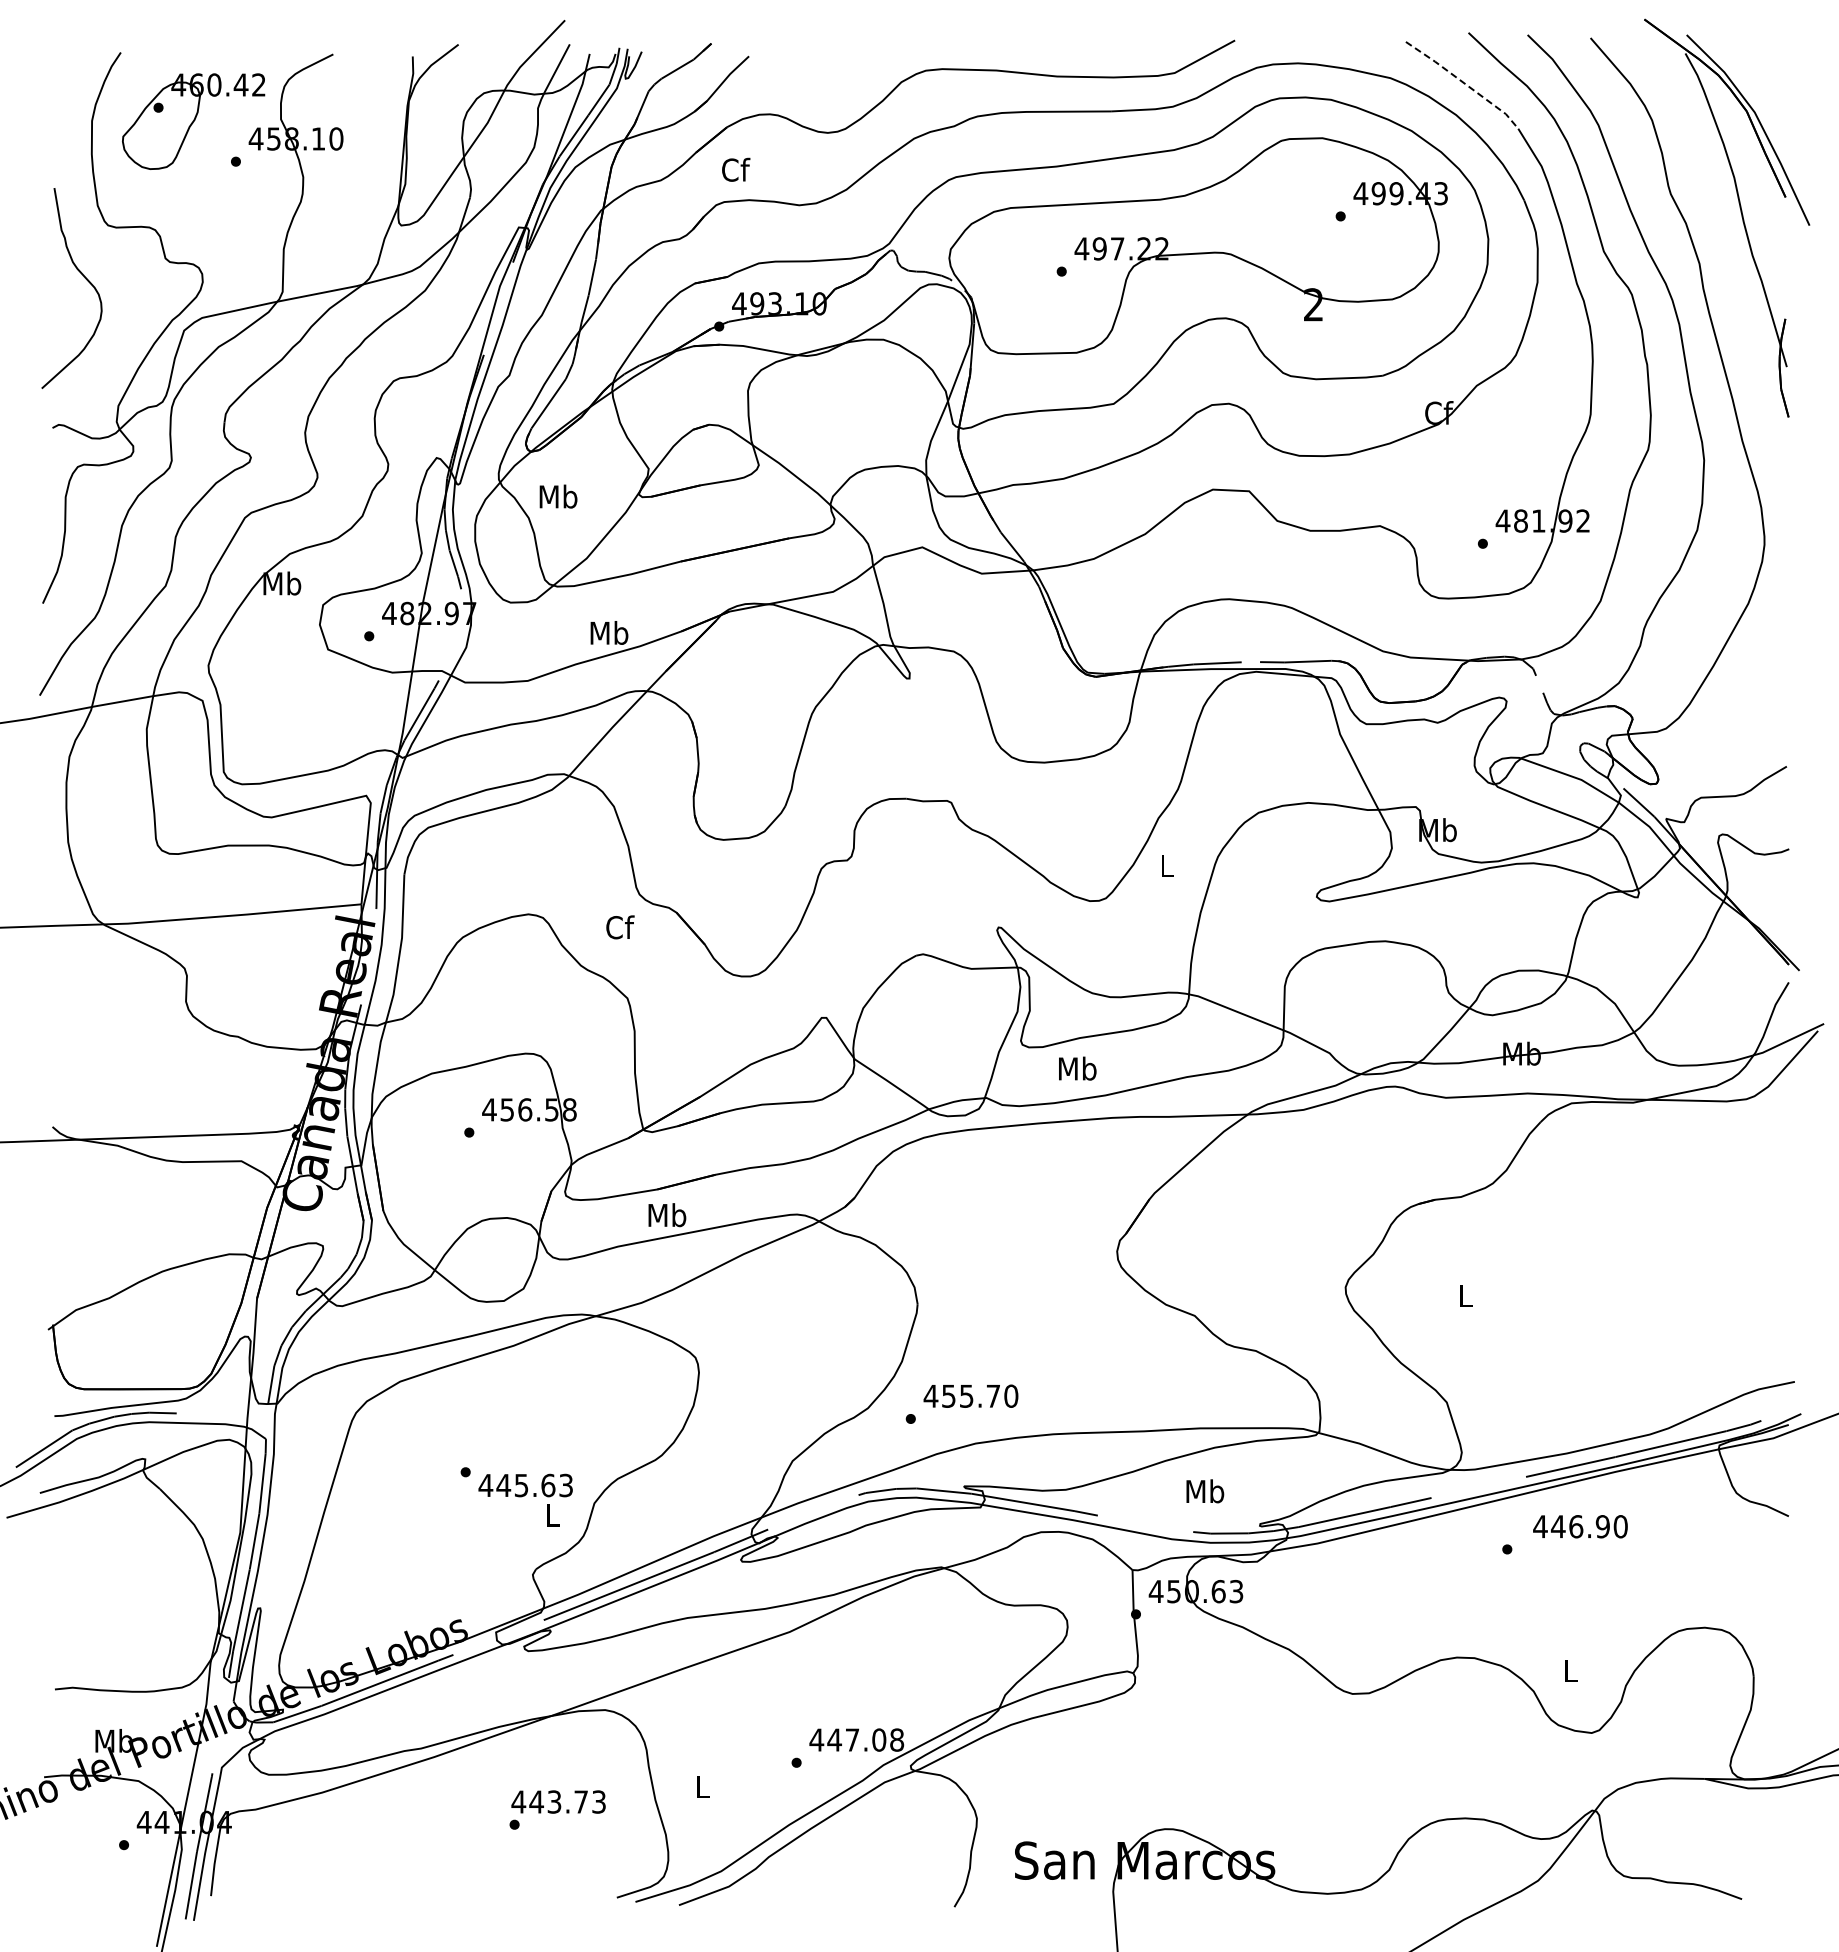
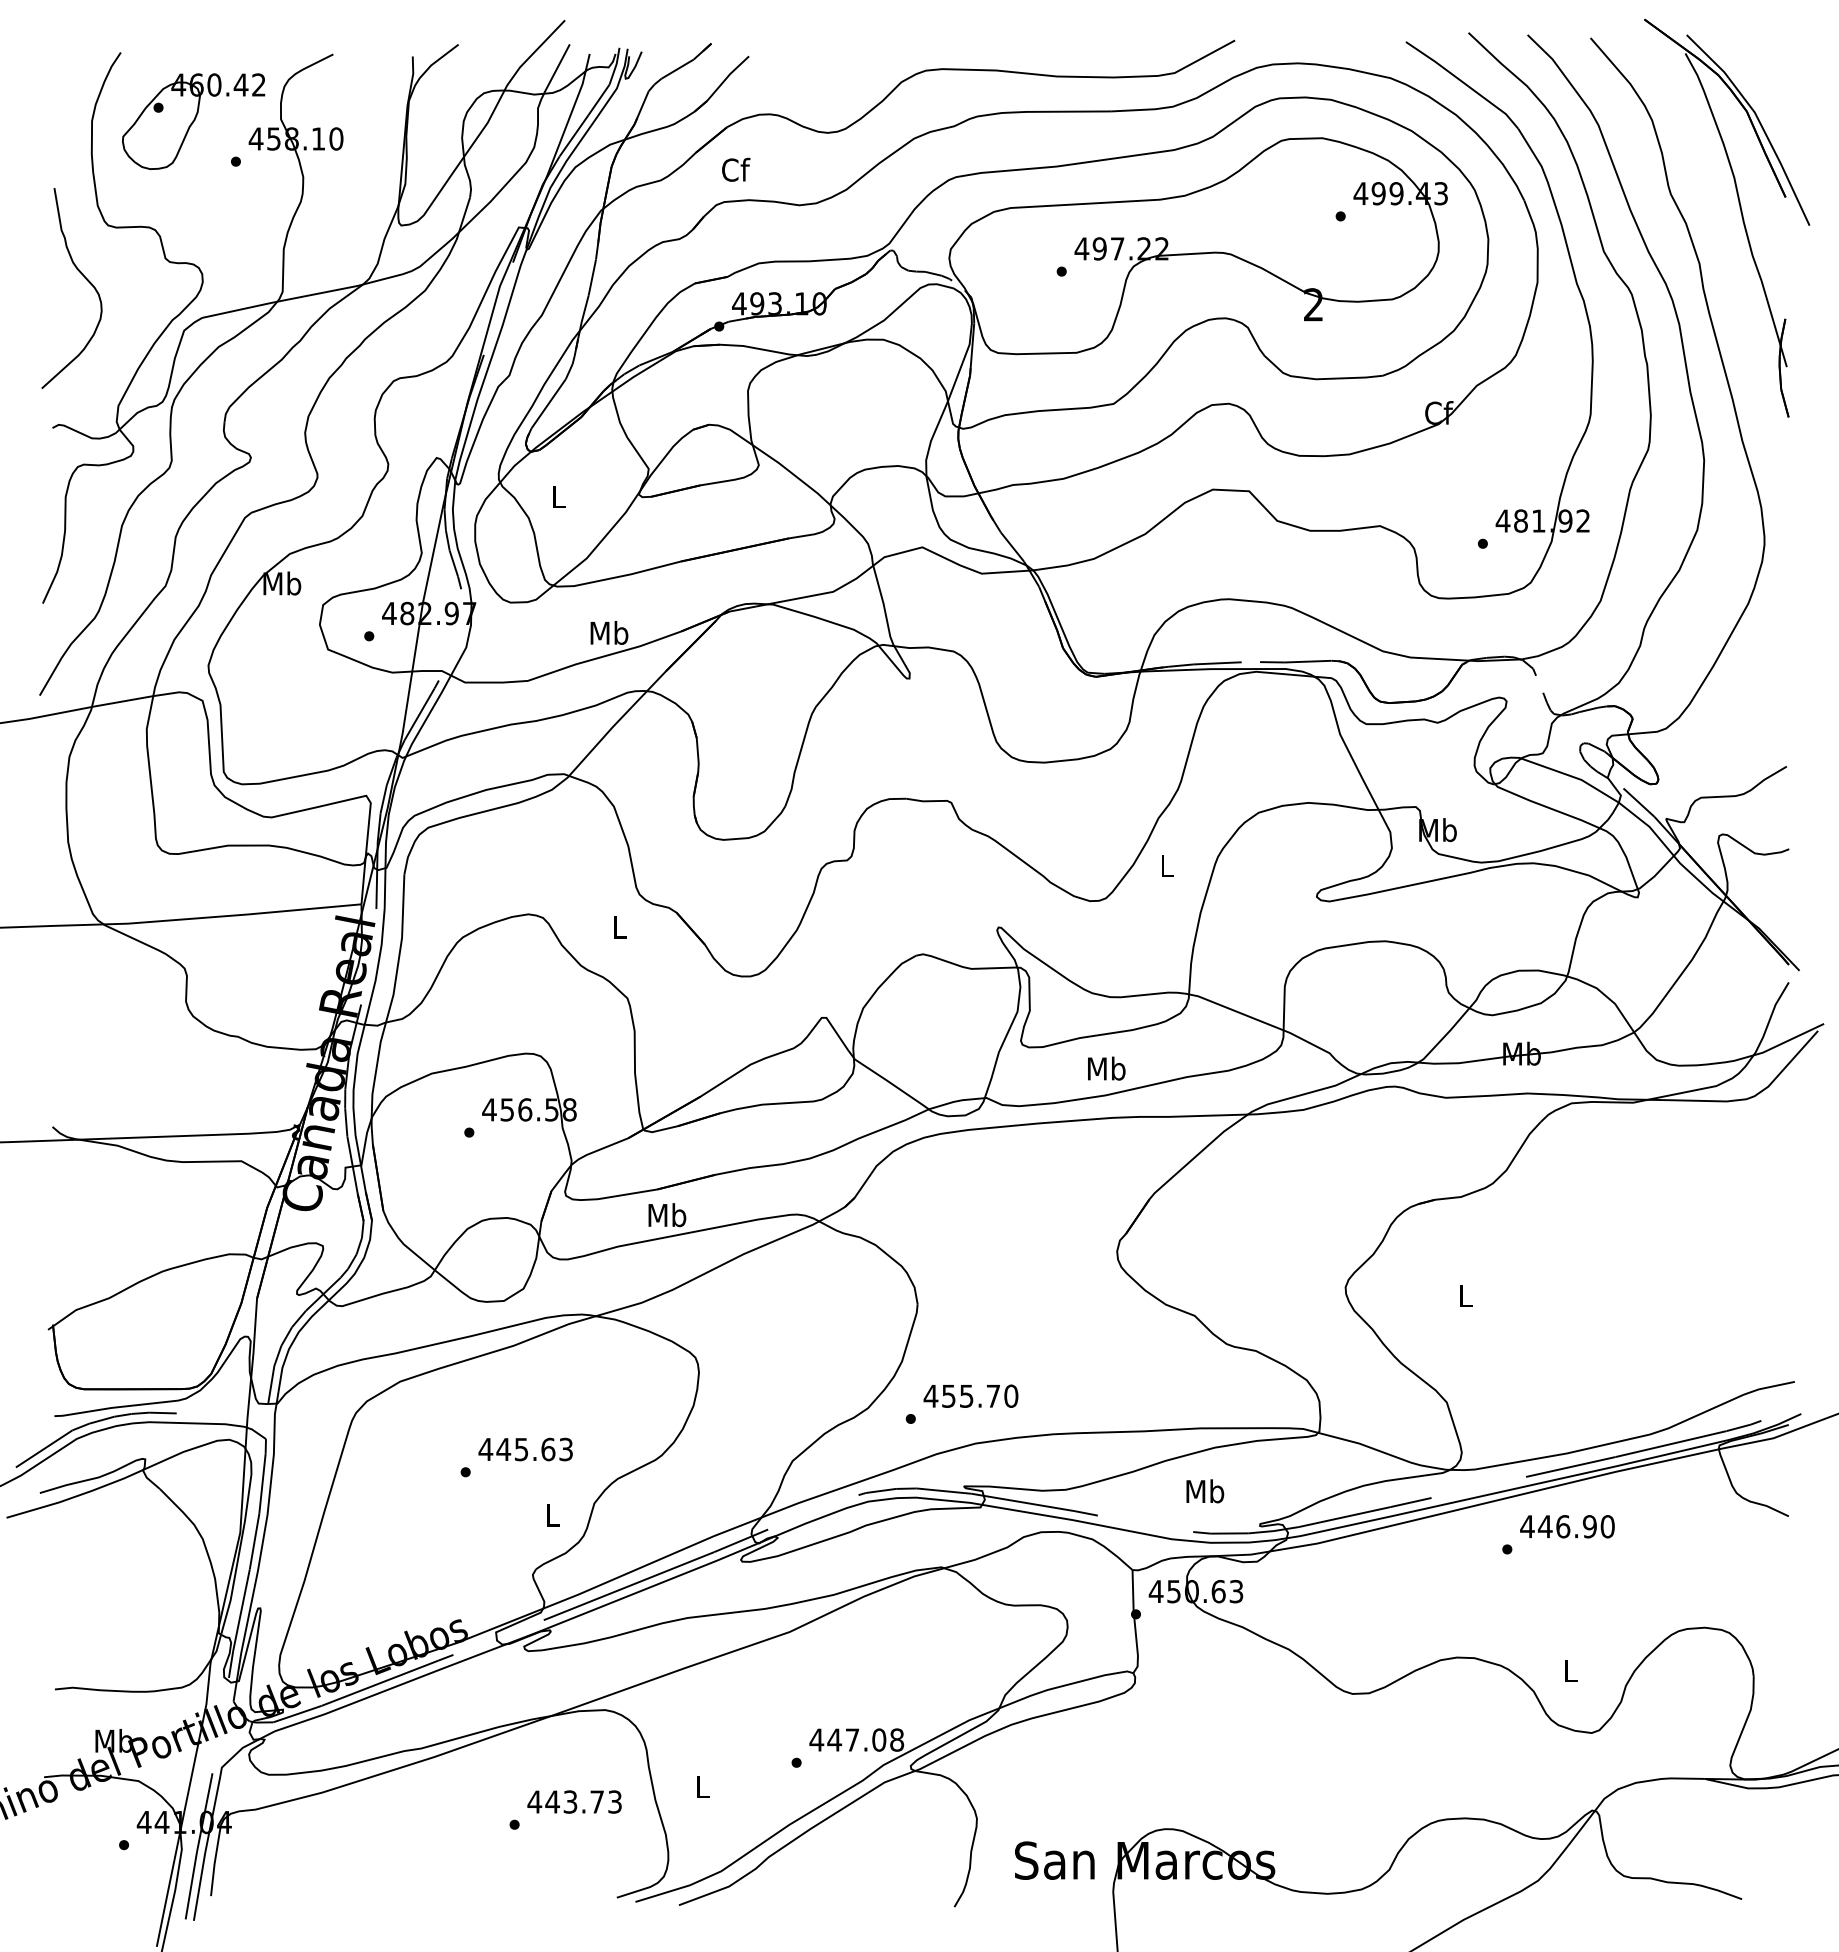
line at (1464, 83): dashed -> solid
text at (558, 496): Mb -> L
text at (620, 927): Cf -> L
text at (1077, 1068) position: (1077, 1068) -> (1106, 1068)
text at (525, 1485) position: (525, 1485) -> (525, 1449)
text at (1580, 1526) position: (1580, 1526) -> (1567, 1526)
text at (558, 1801) position: (558, 1801) -> (574, 1801)
